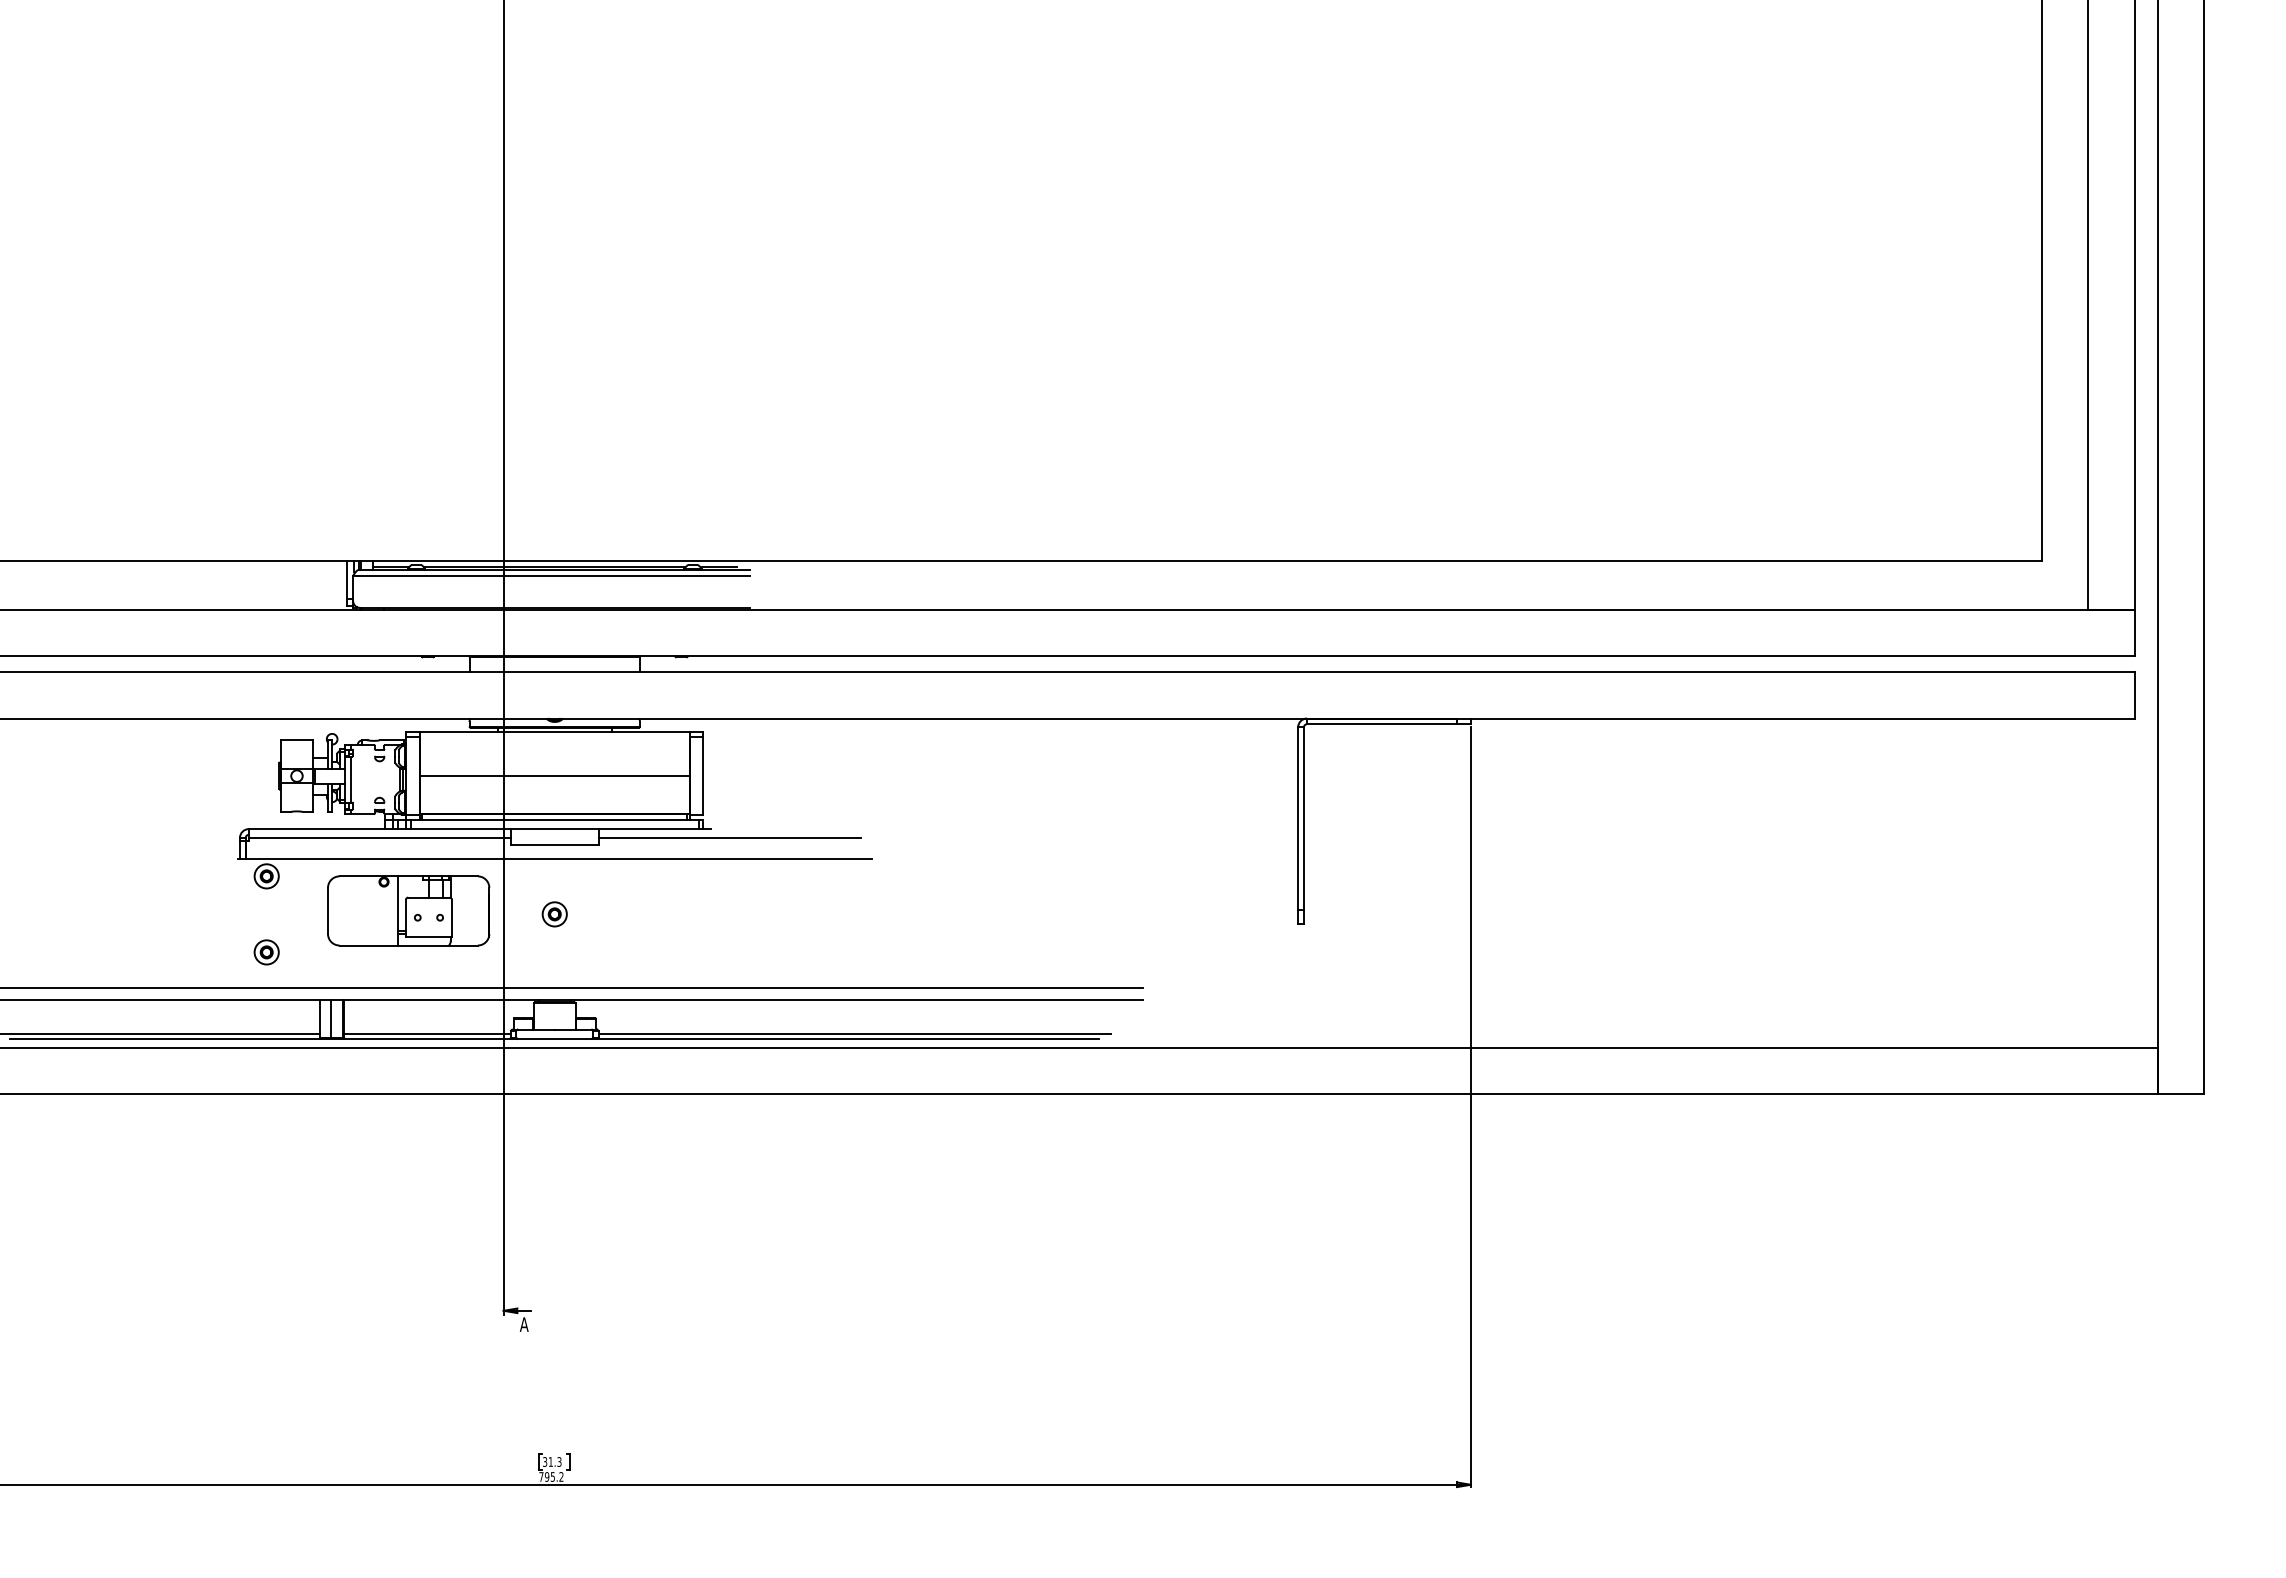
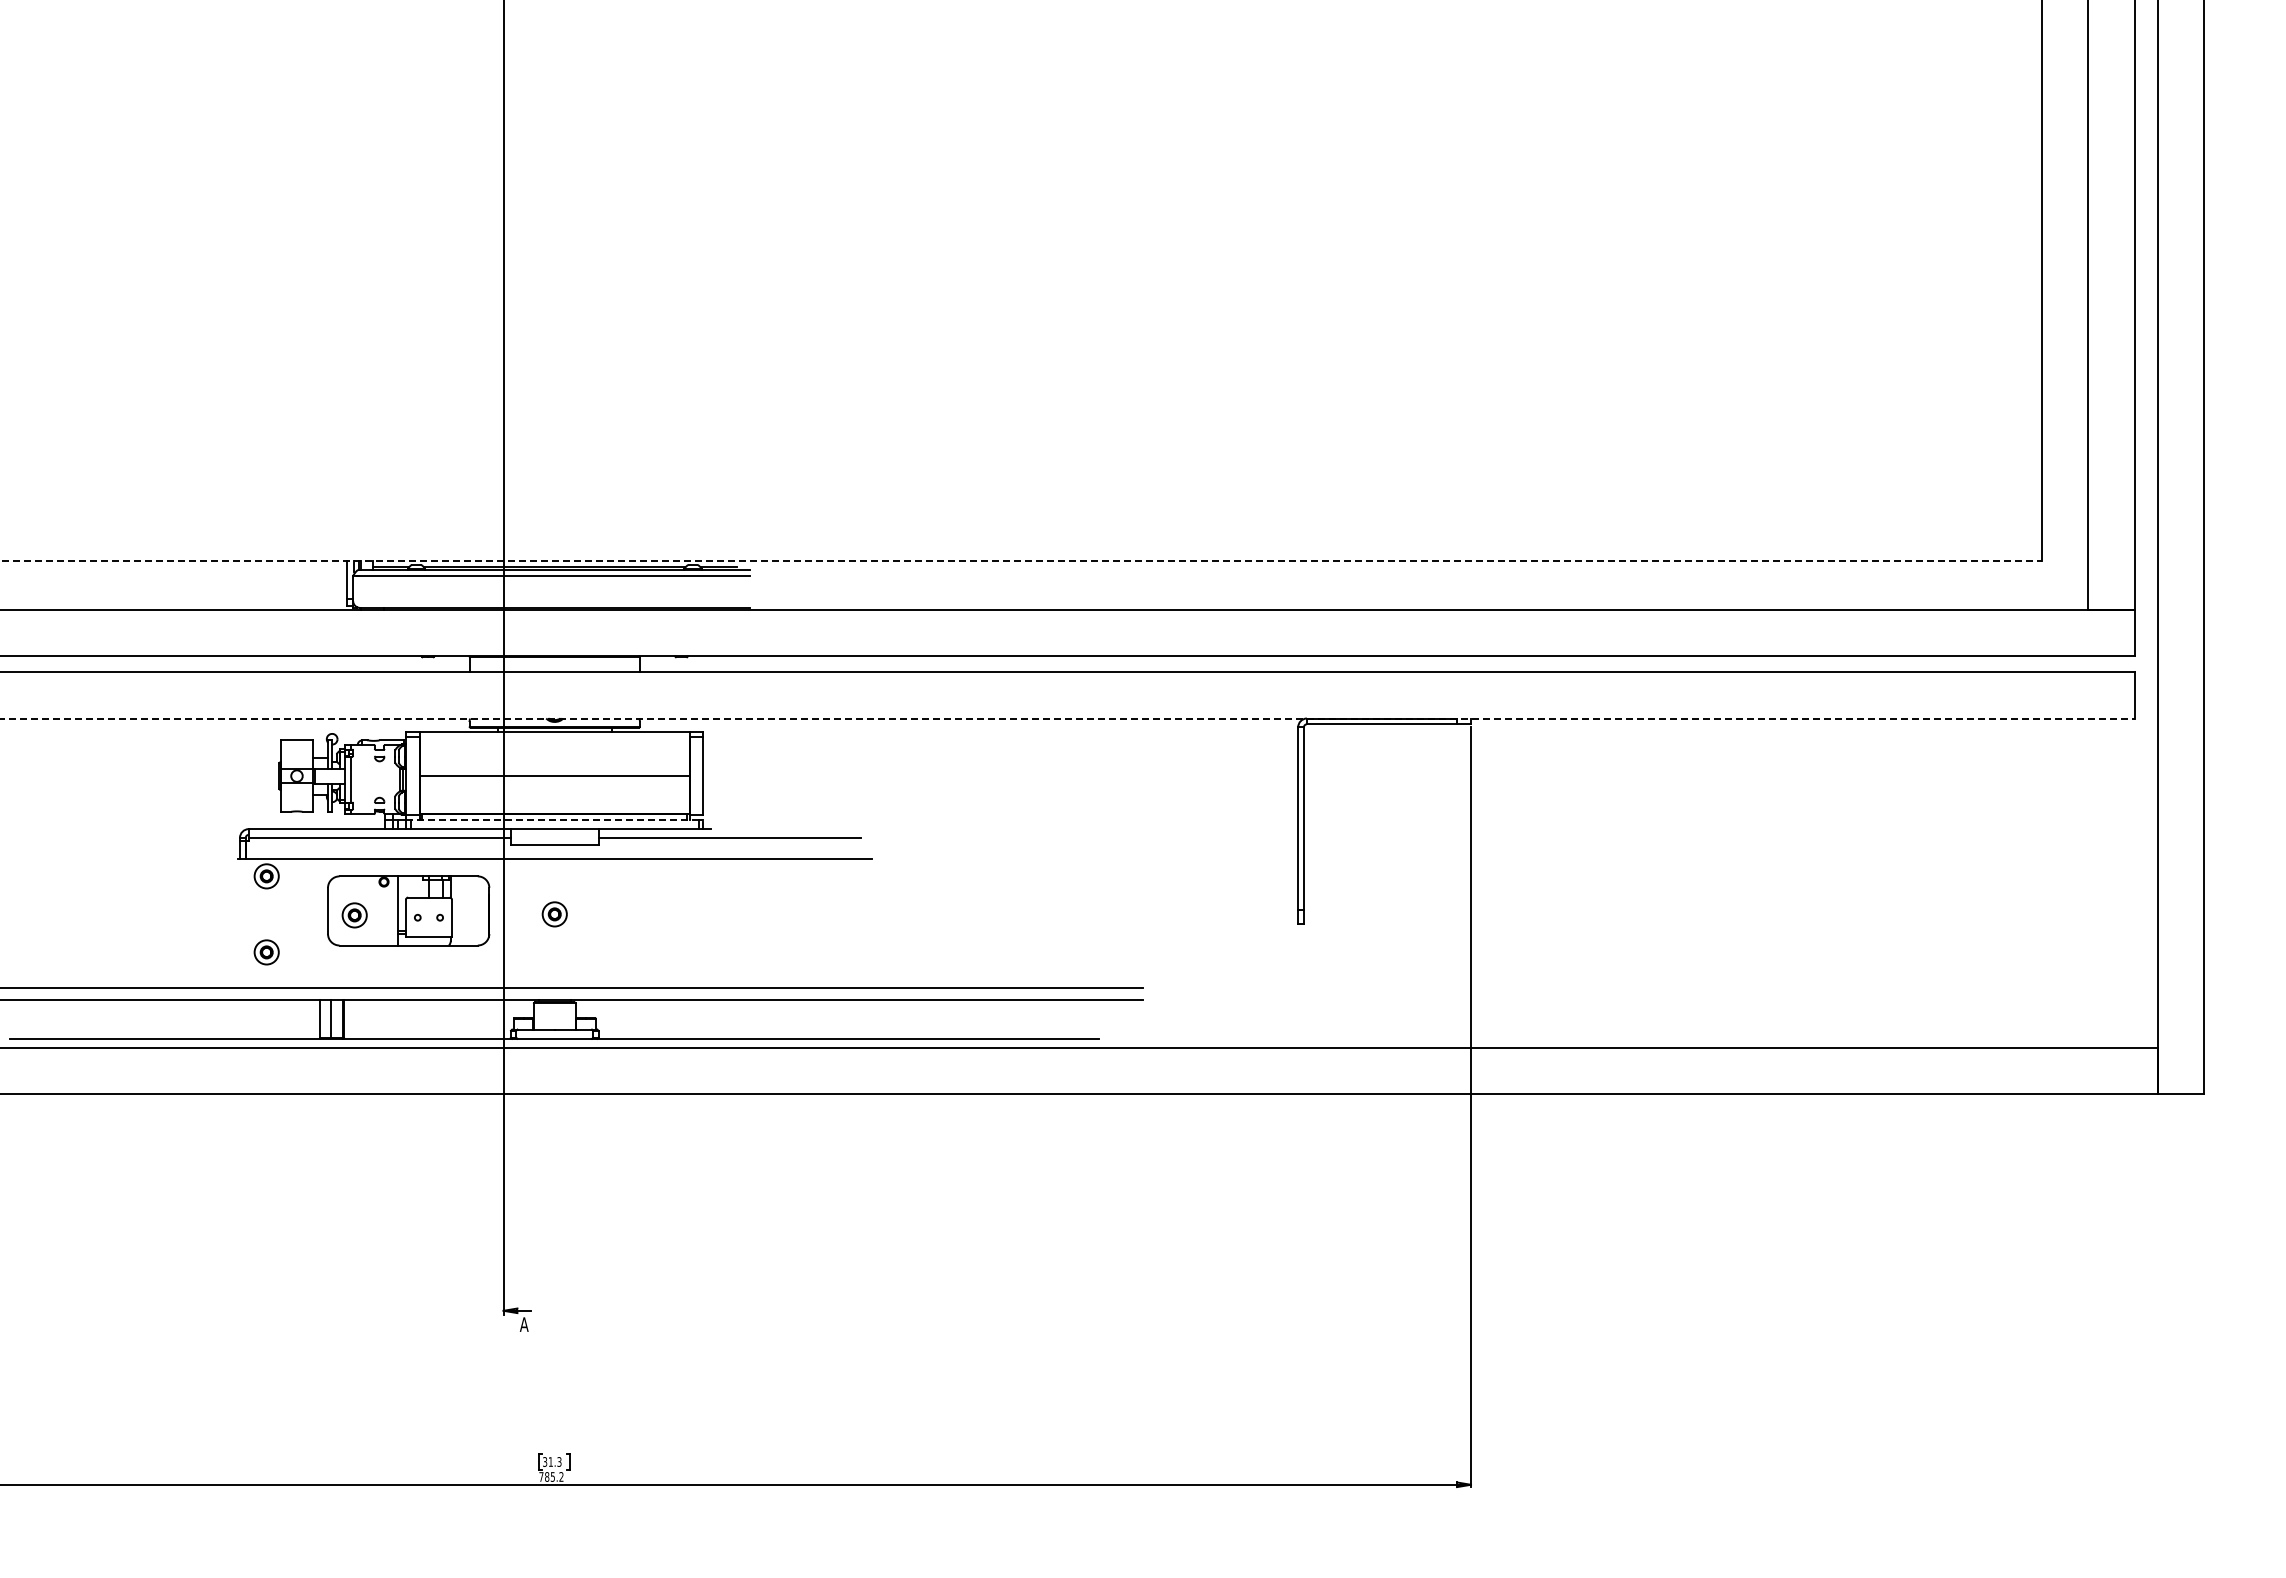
line at (1021, 561): solid -> dashed
line at (1067, 718): solid -> dashed
line at (554, 819): solid -> dashed
part at (354, 915): none -> present
line at (161, 1033): present -> none
line at (427, 1033): present -> none
line at (854, 1033): present -> none
text at (547, 1476): 795.2 -> 785.2
